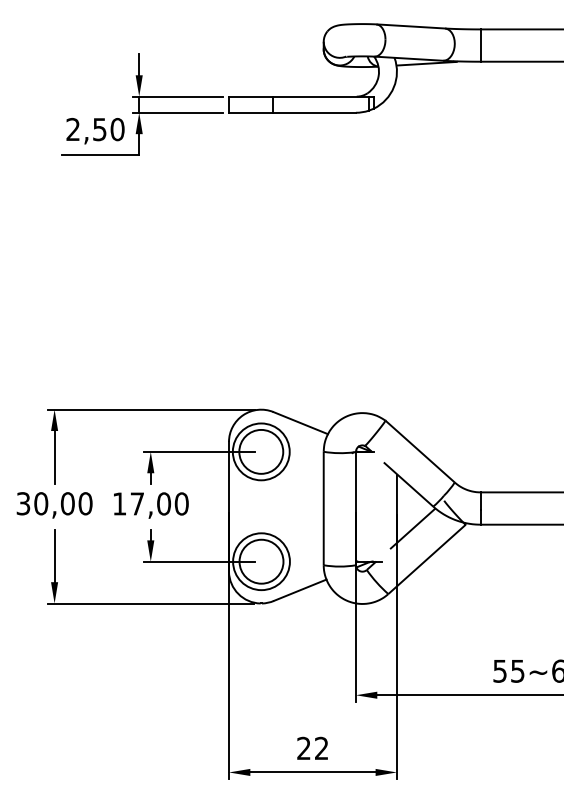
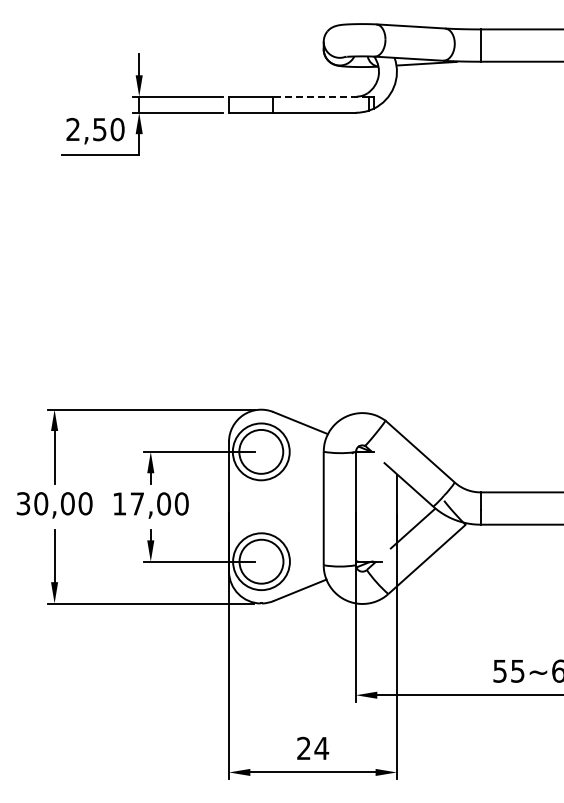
line at (321, 96): solid -> dashed
text at (321, 747): 22 -> 24
